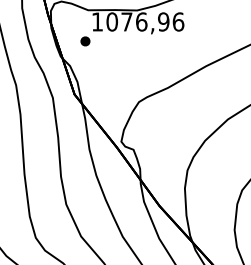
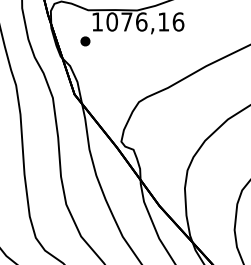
text at (163, 21): 1076,96 -> 1076,16
